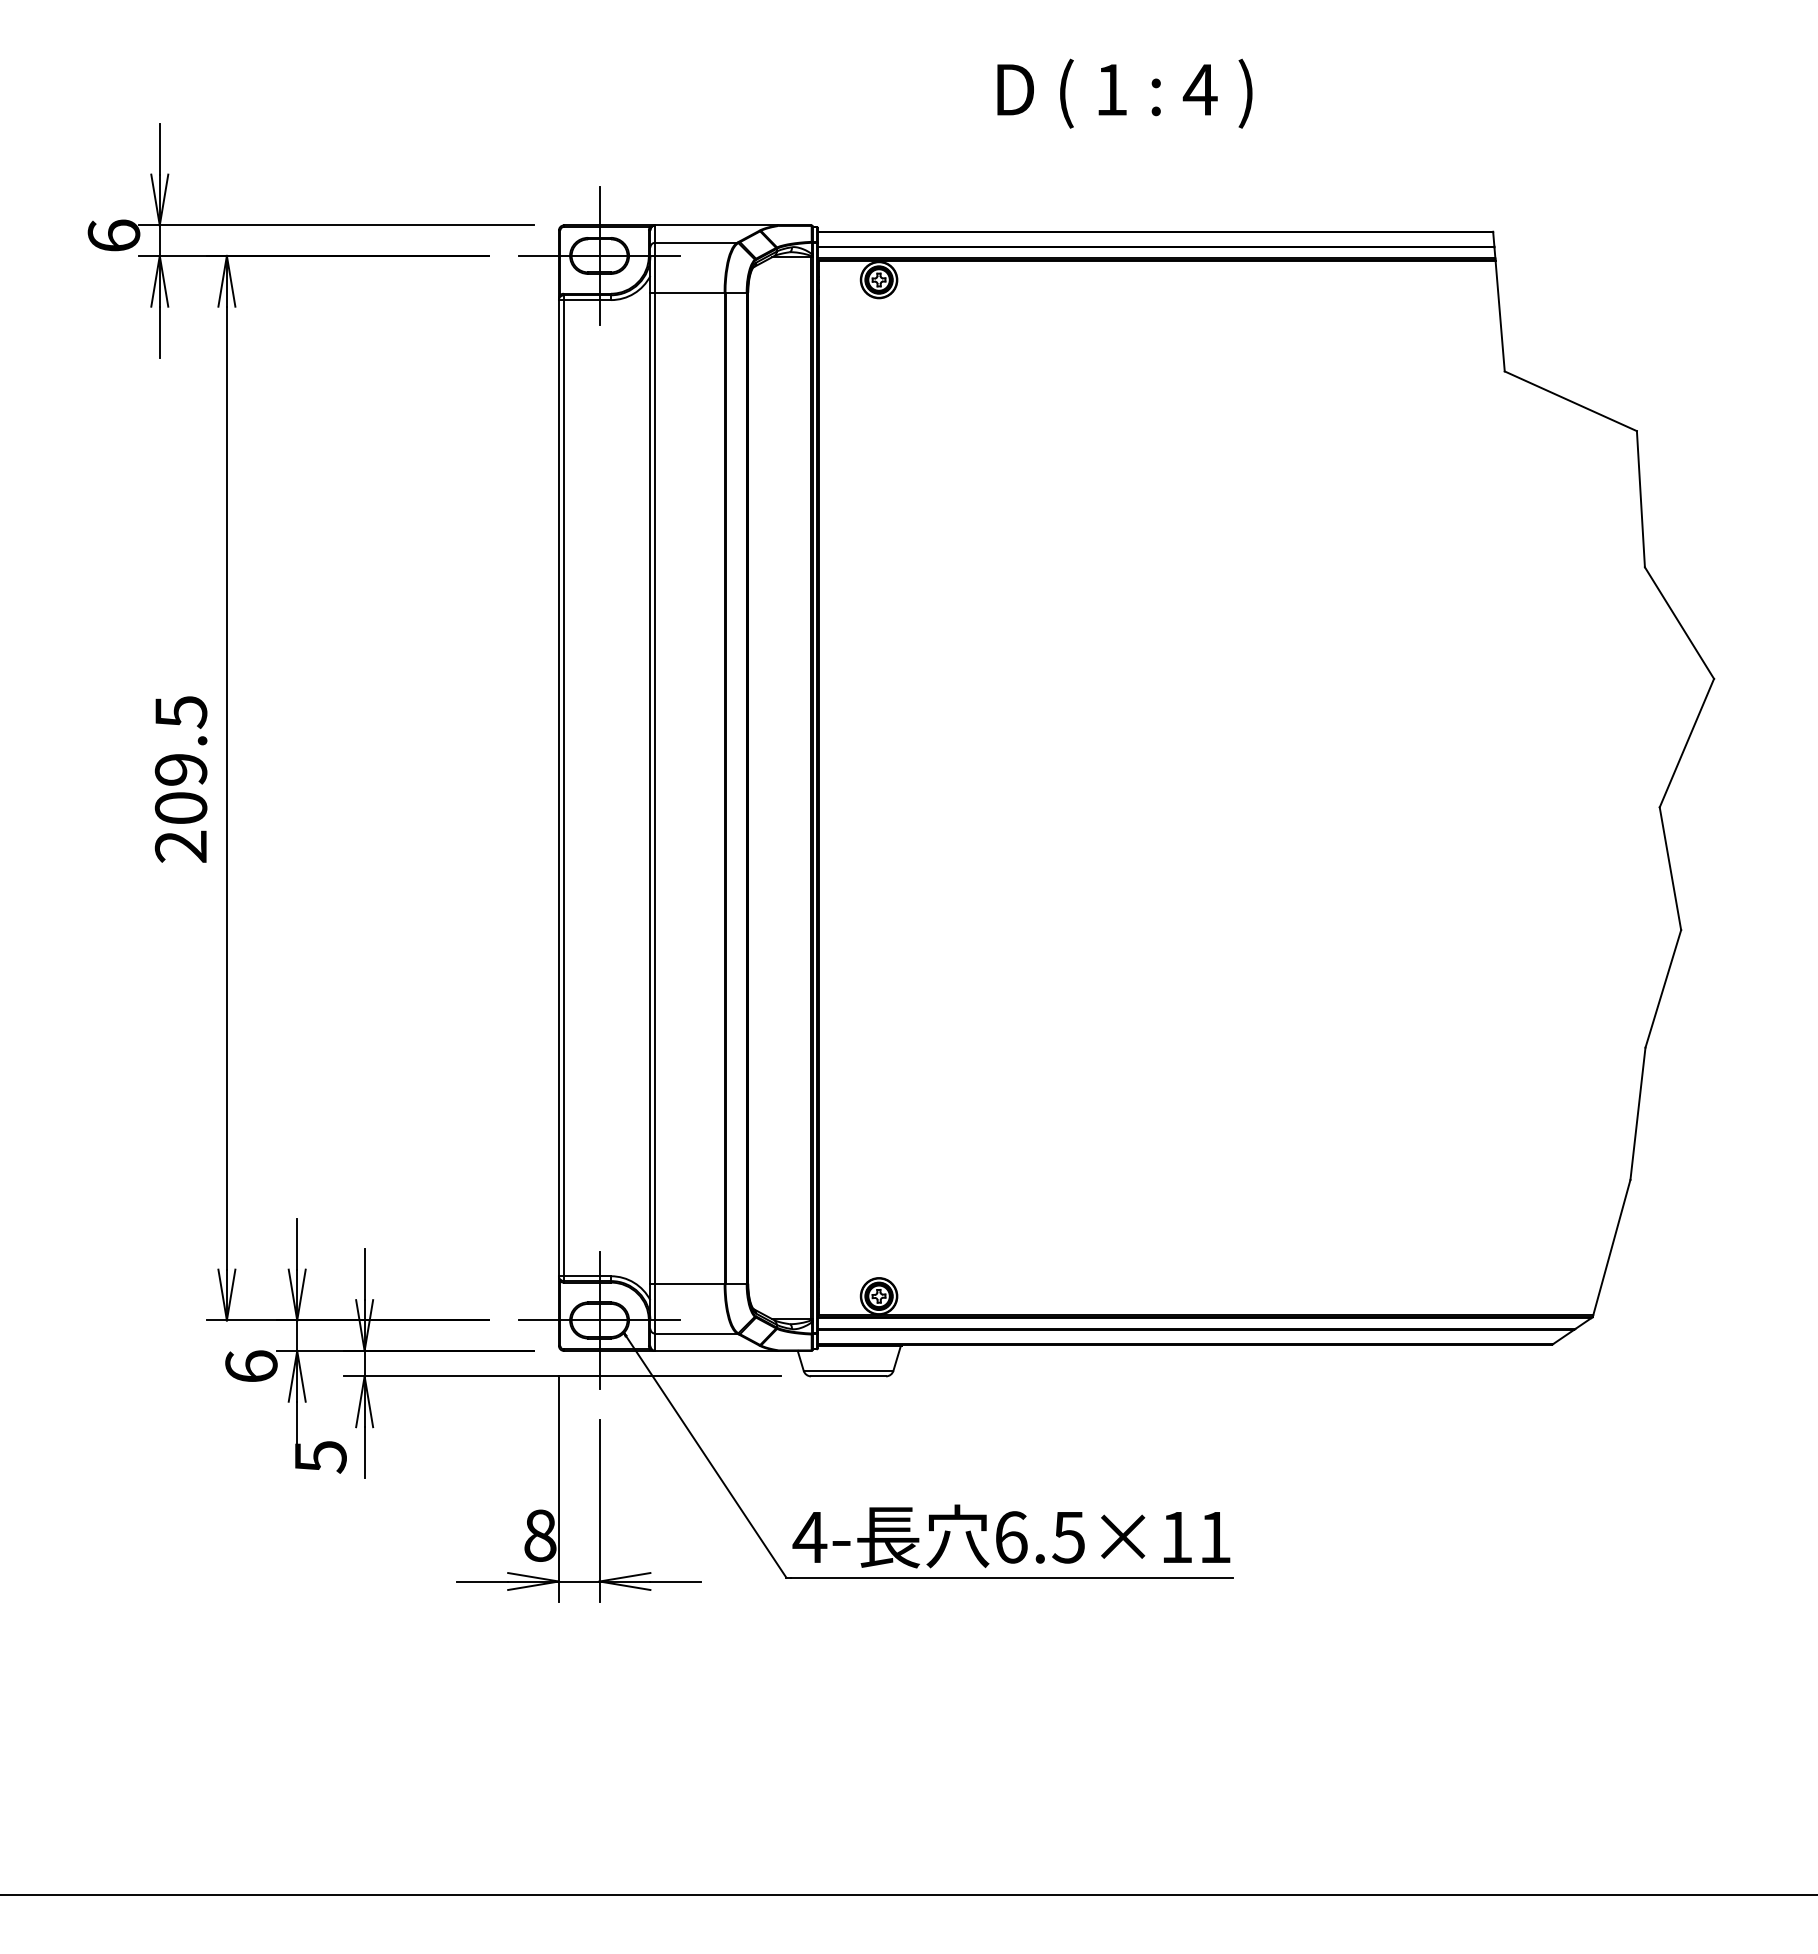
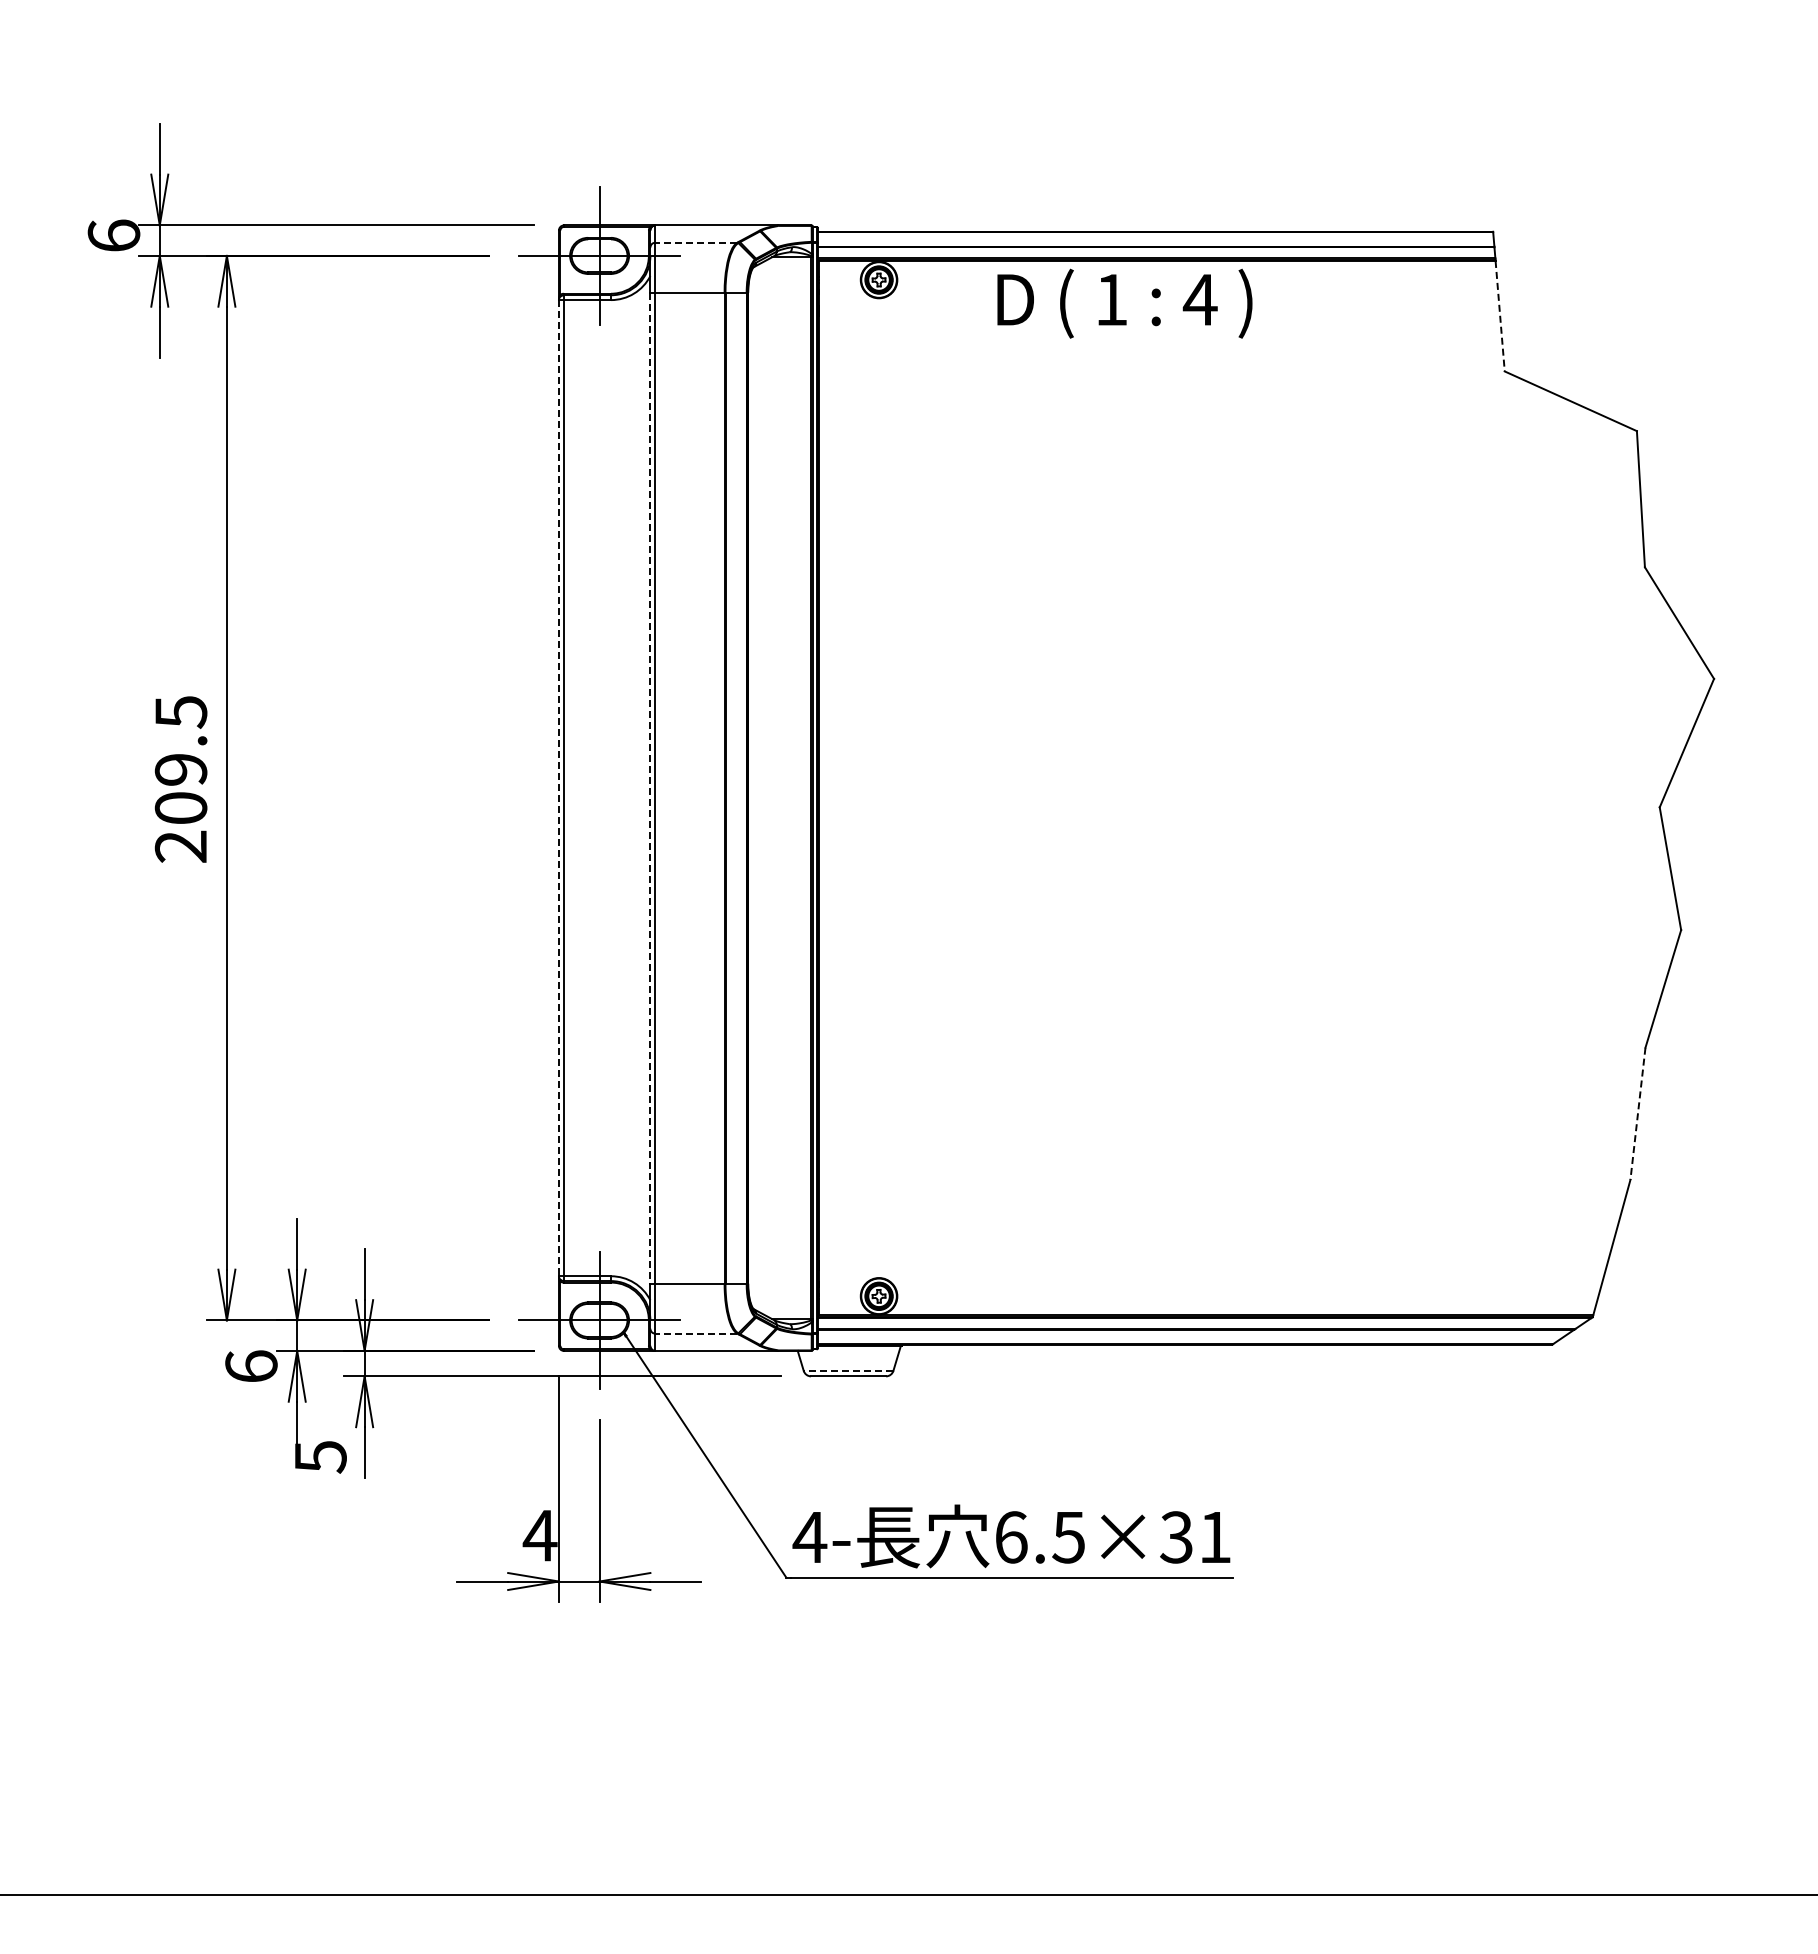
text at (1124, 93) position: (1124, 93) -> (1124, 303)
line at (696, 242): solid -> dashed
line at (1500, 316): solid -> dashed
line at (558, 788): solid -> dashed
line at (650, 788): solid -> dashed
line at (1637, 1113): solid -> dashed
line at (696, 1333): solid -> dashed
line at (848, 1370): solid -> dashed
text at (539, 1535): 8 -> 4
text at (1176, 1537): 6.5×11 -> 6.5×31
